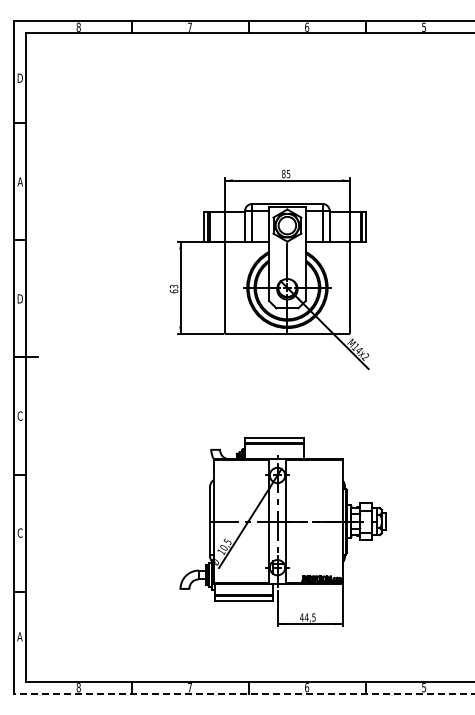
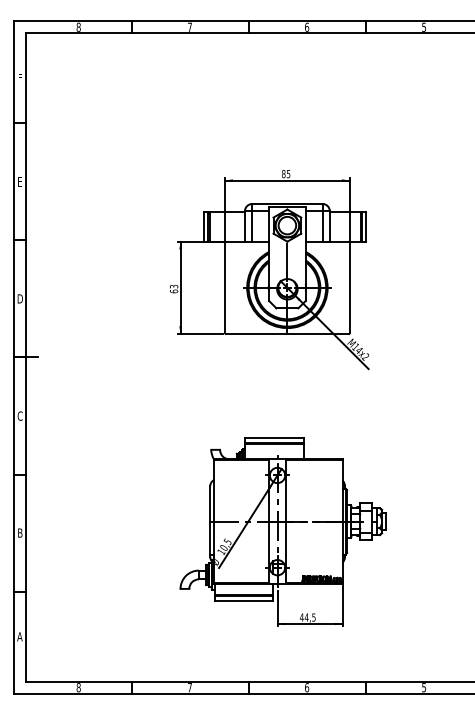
text at (19, 77): D -> F
text at (19, 181): A -> E
text at (19, 532): C -> B
line at (244, 693): dashed -> solid
